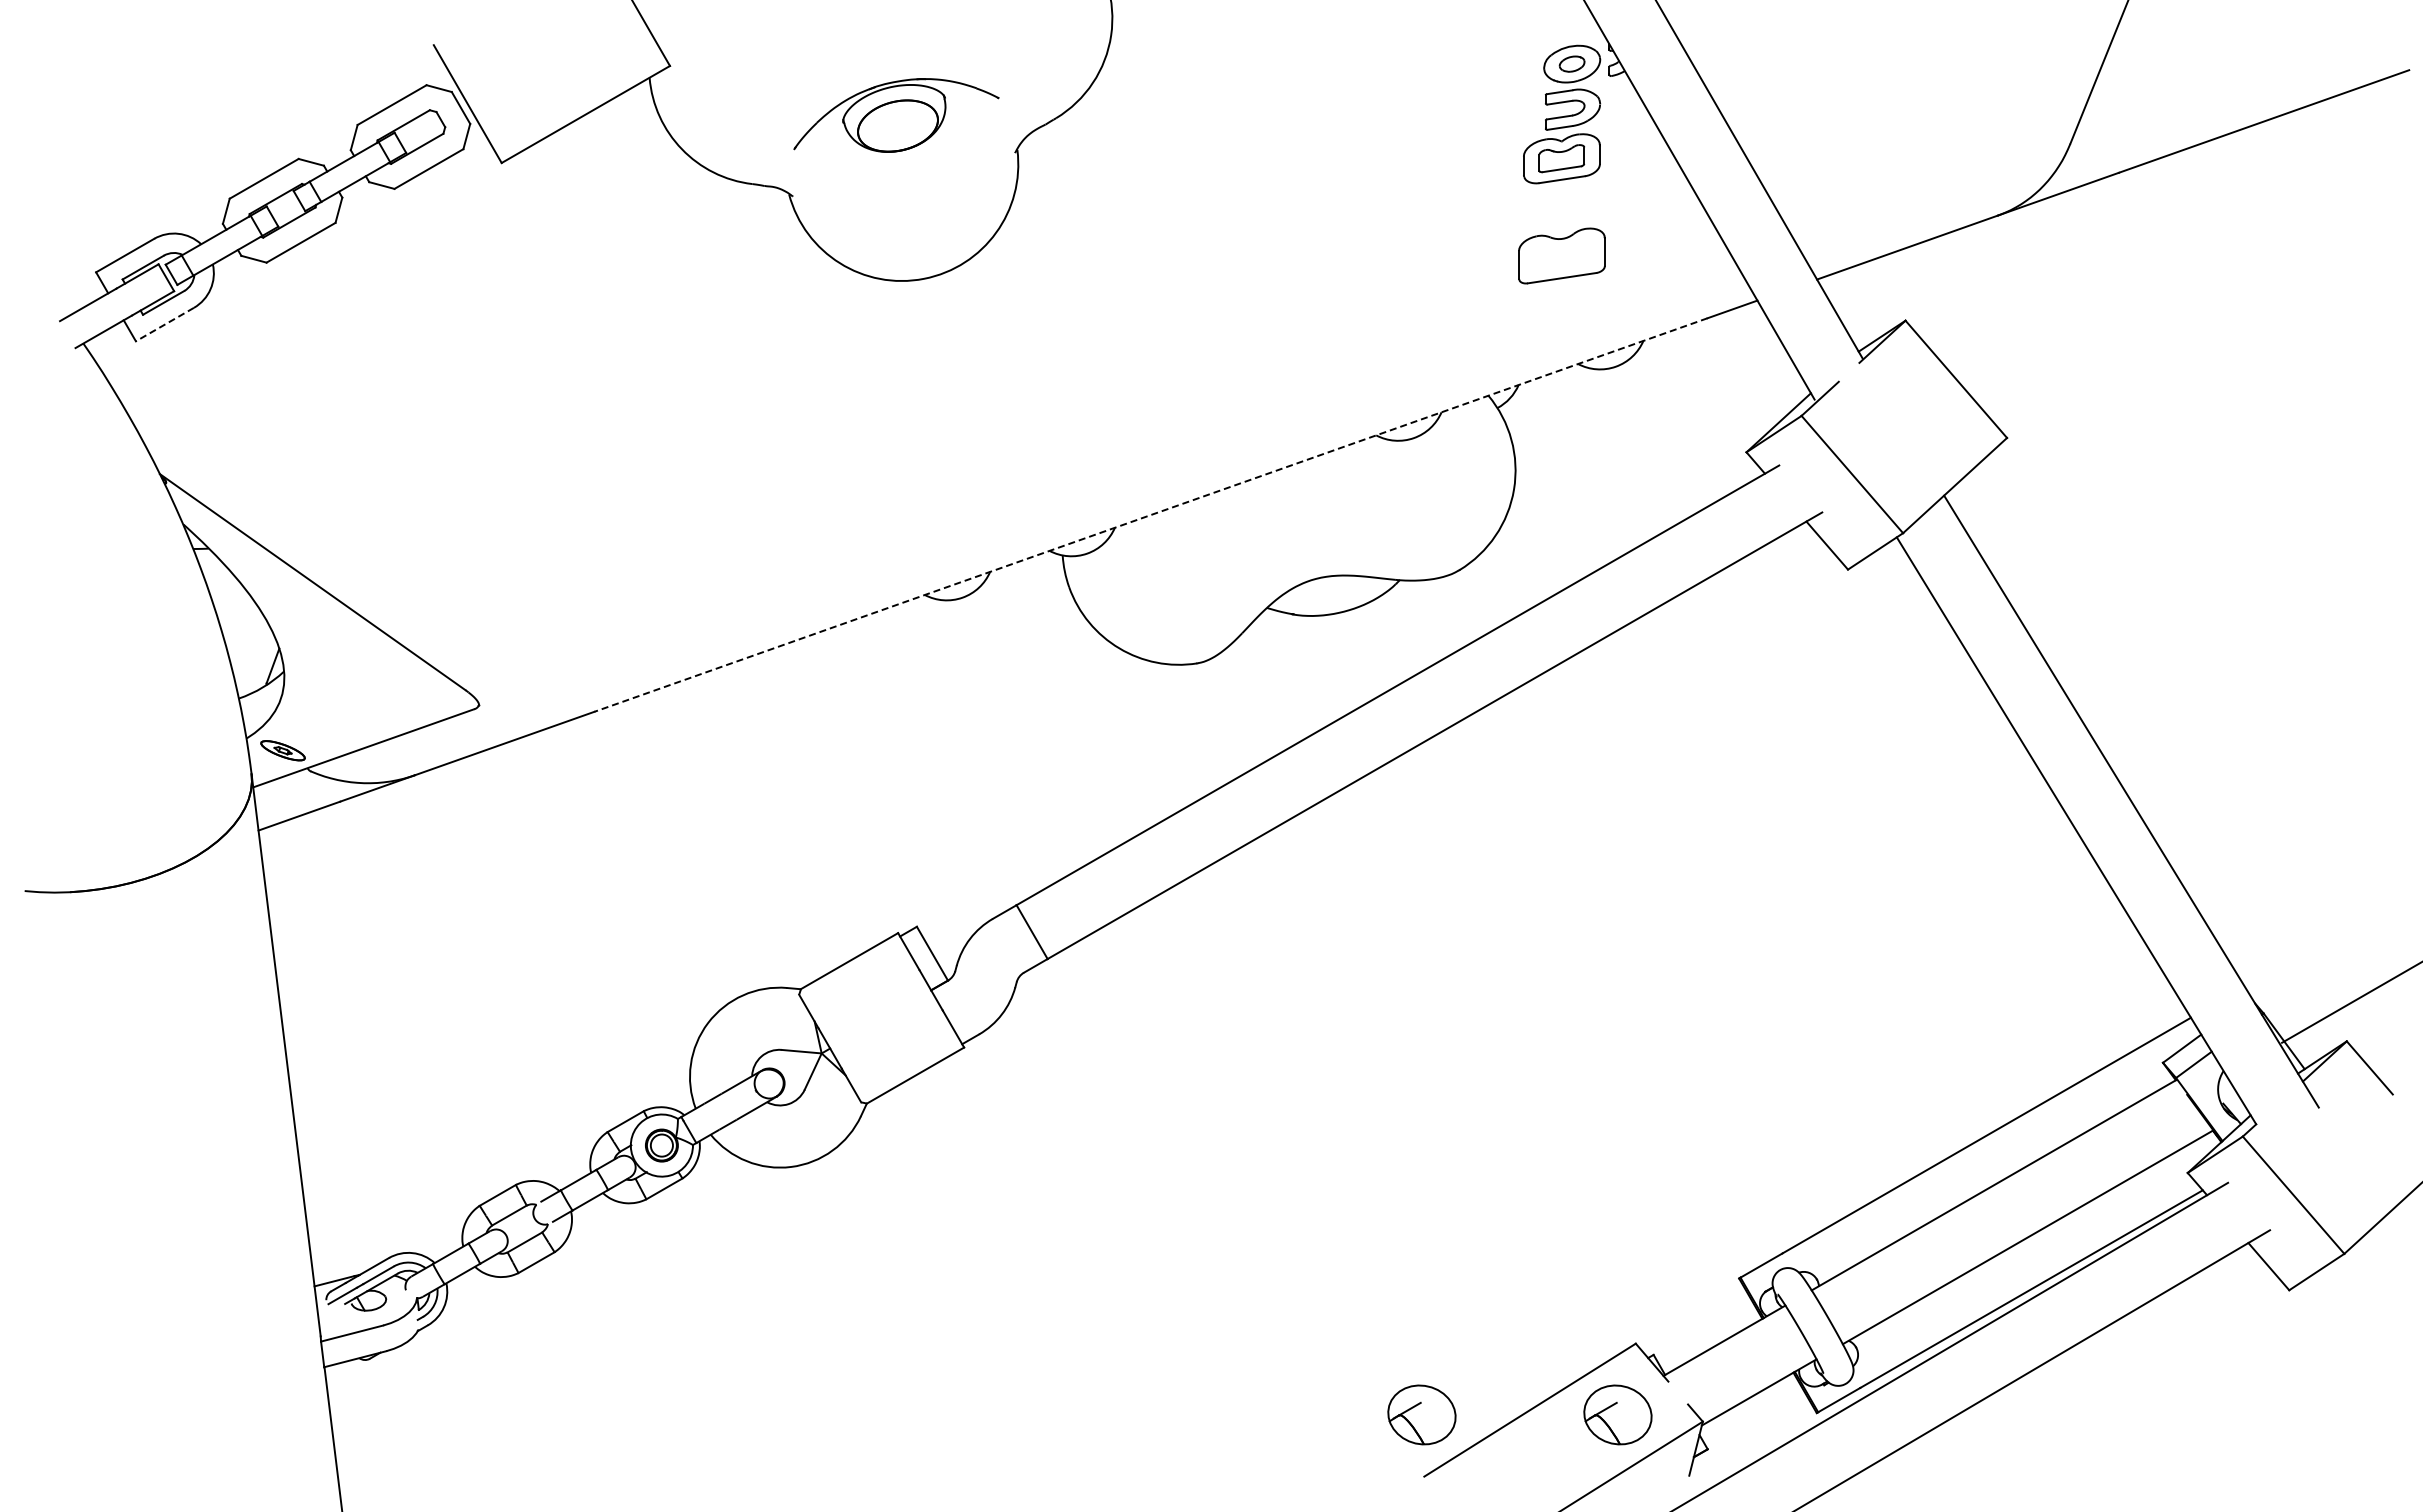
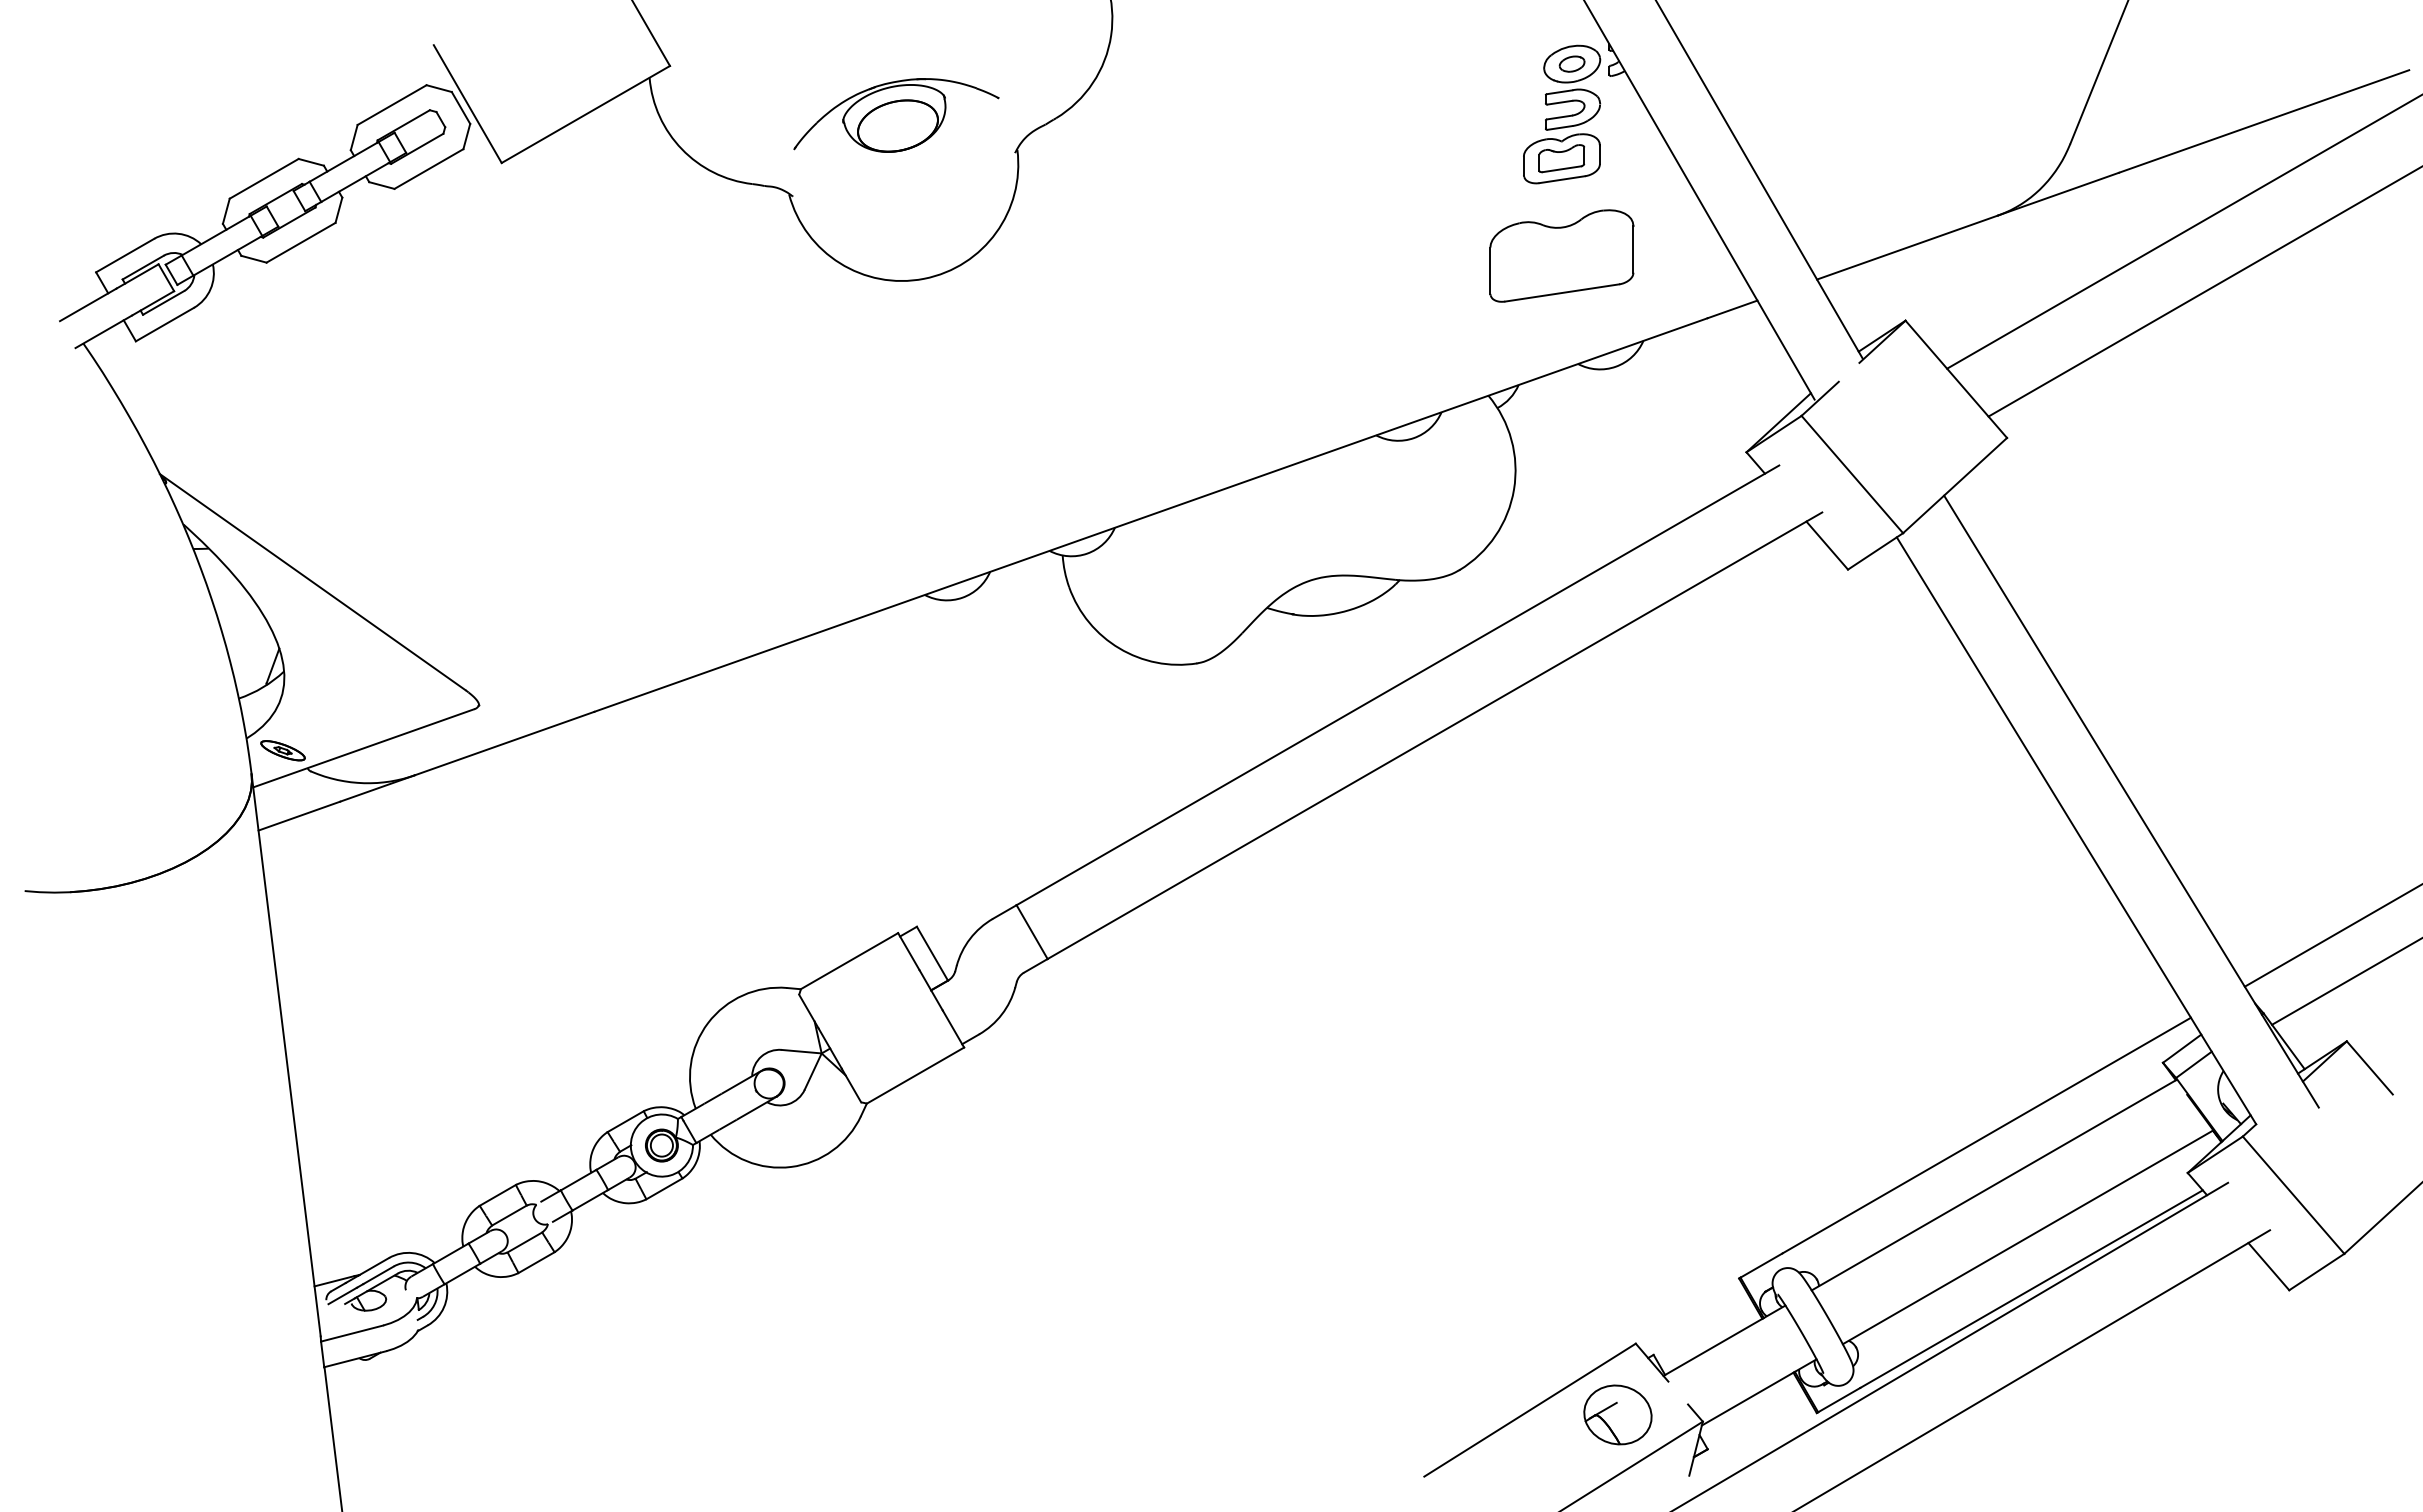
line at (2183, 232): none -> present
part at (1561, 255) size: 88x58 px -> 146x94 px
line at (2203, 292): none -> present
line at (164, 324): dashed -> solid
line at (1150, 515): dashed -> solid
line at (2331, 936): none -> present
line at (2350, 1002) position: (2350, 1002) -> (2345, 981)
part at (1421, 1414): present -> none
